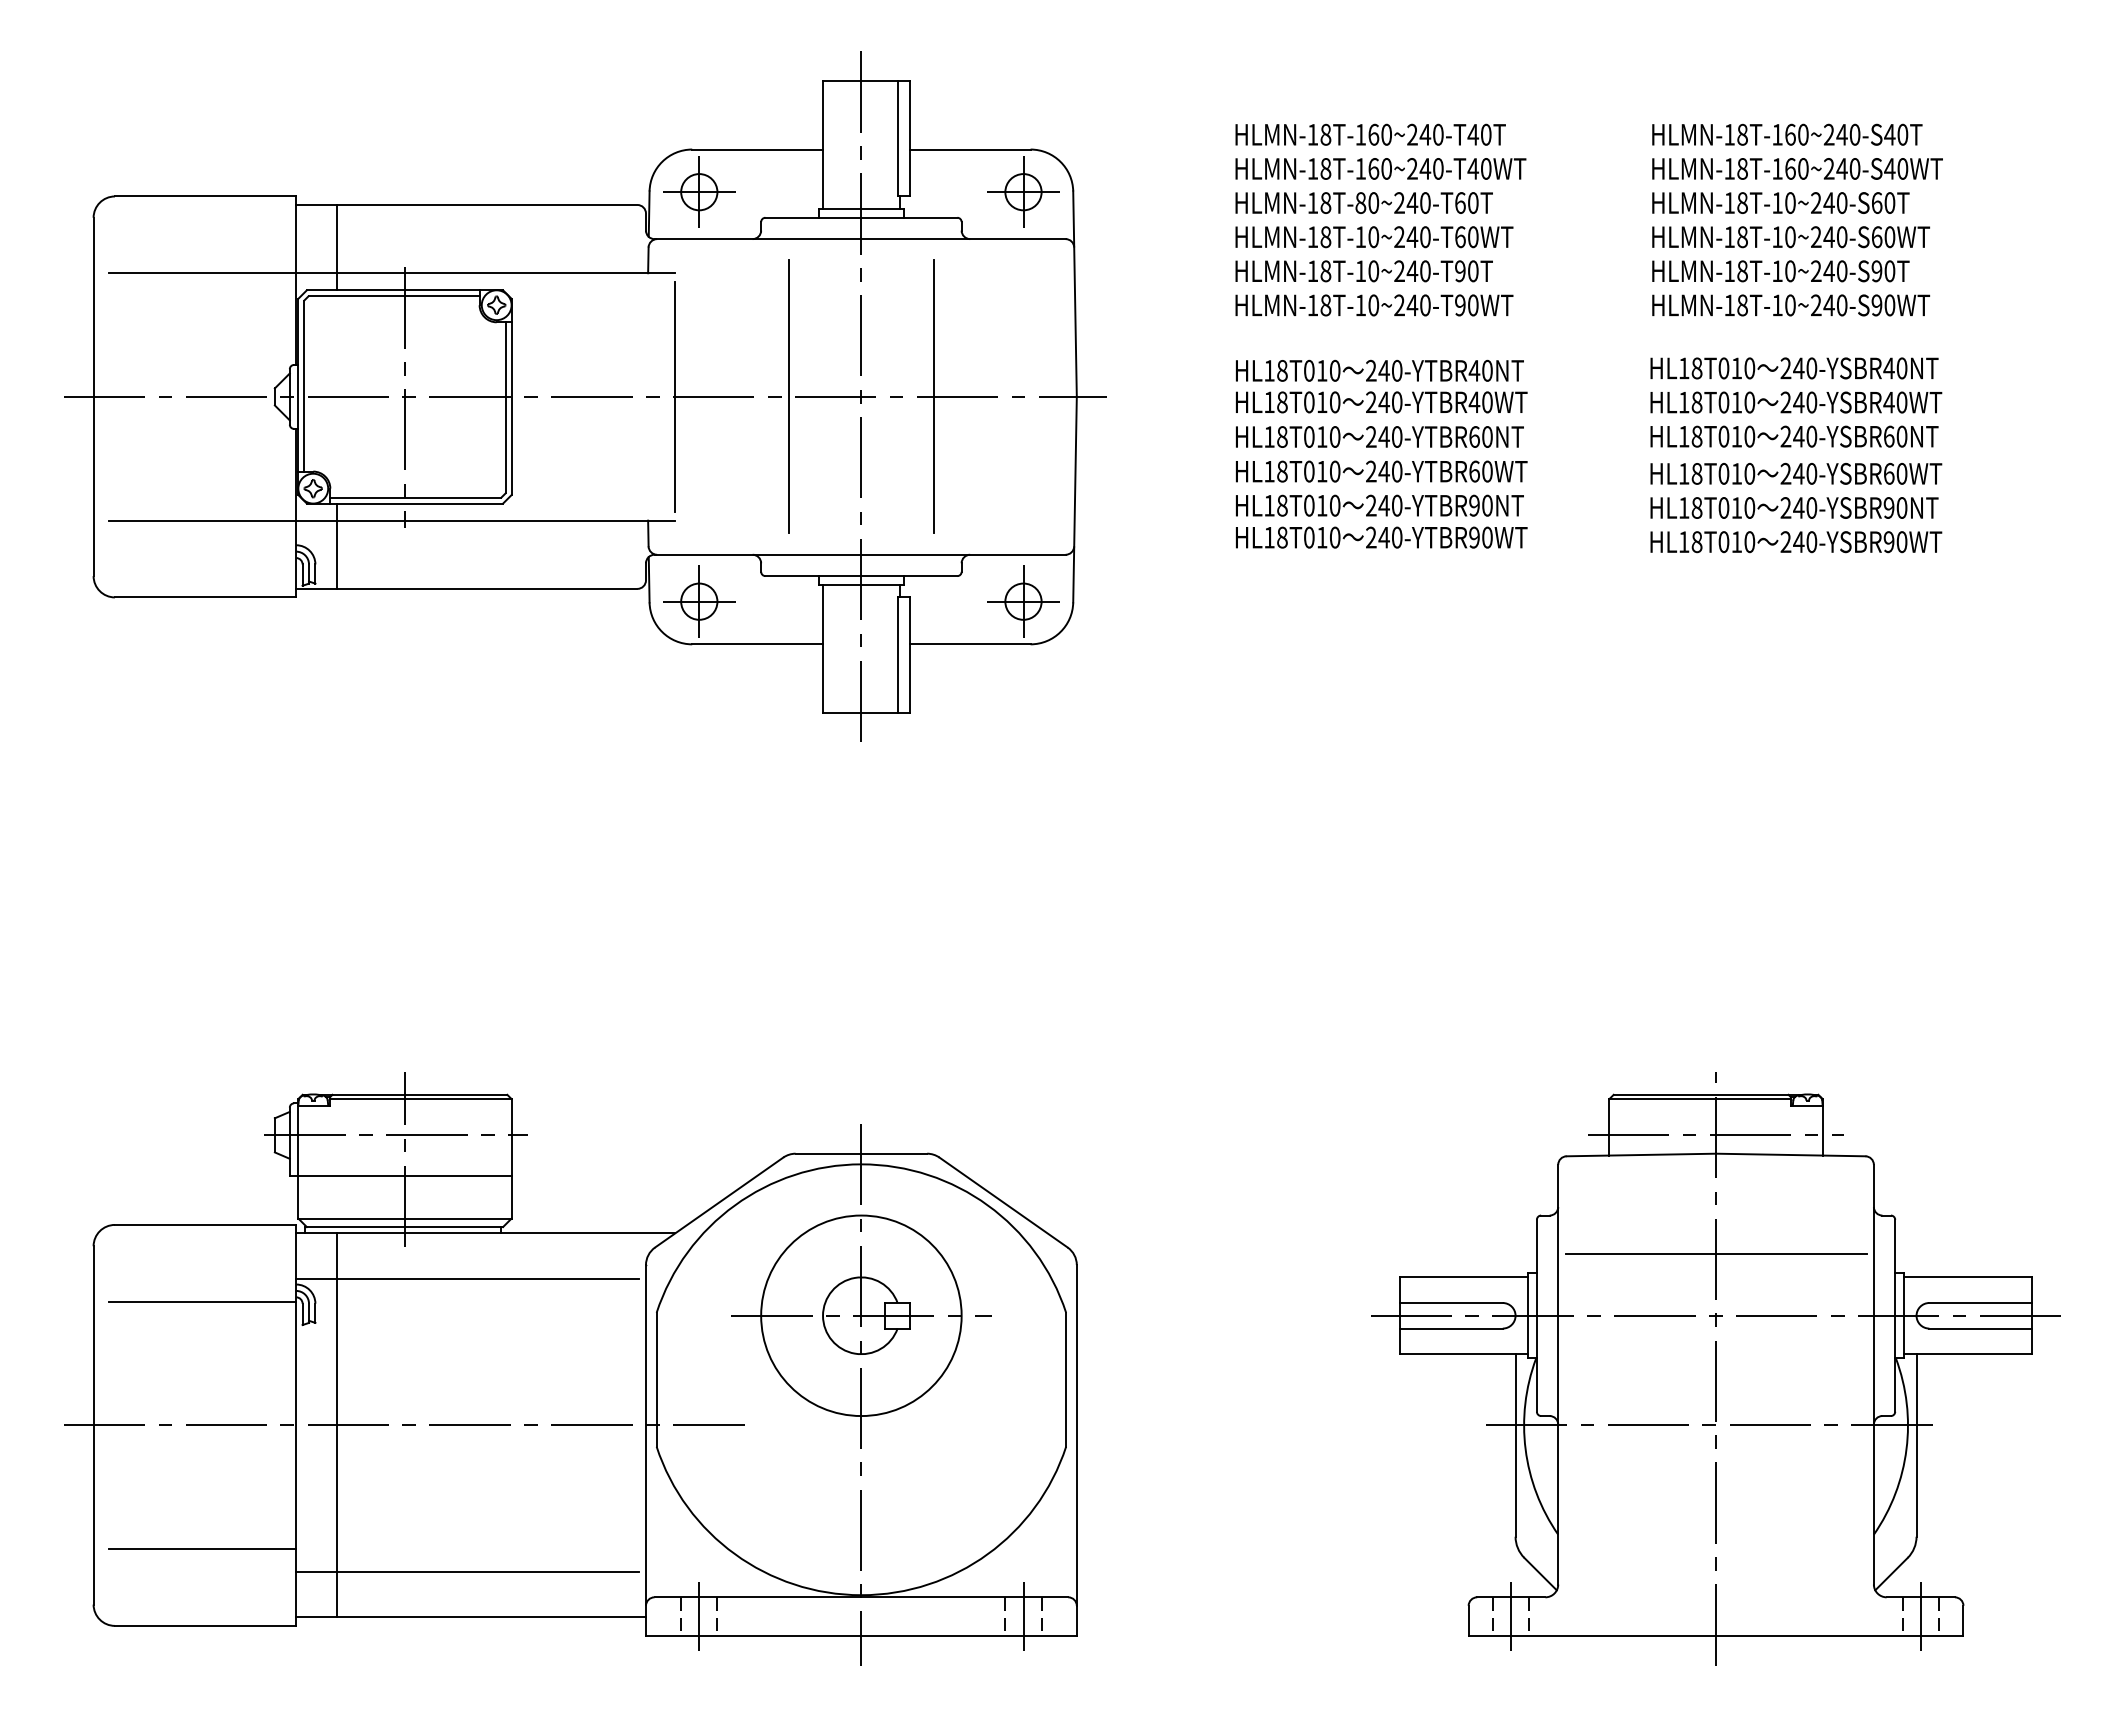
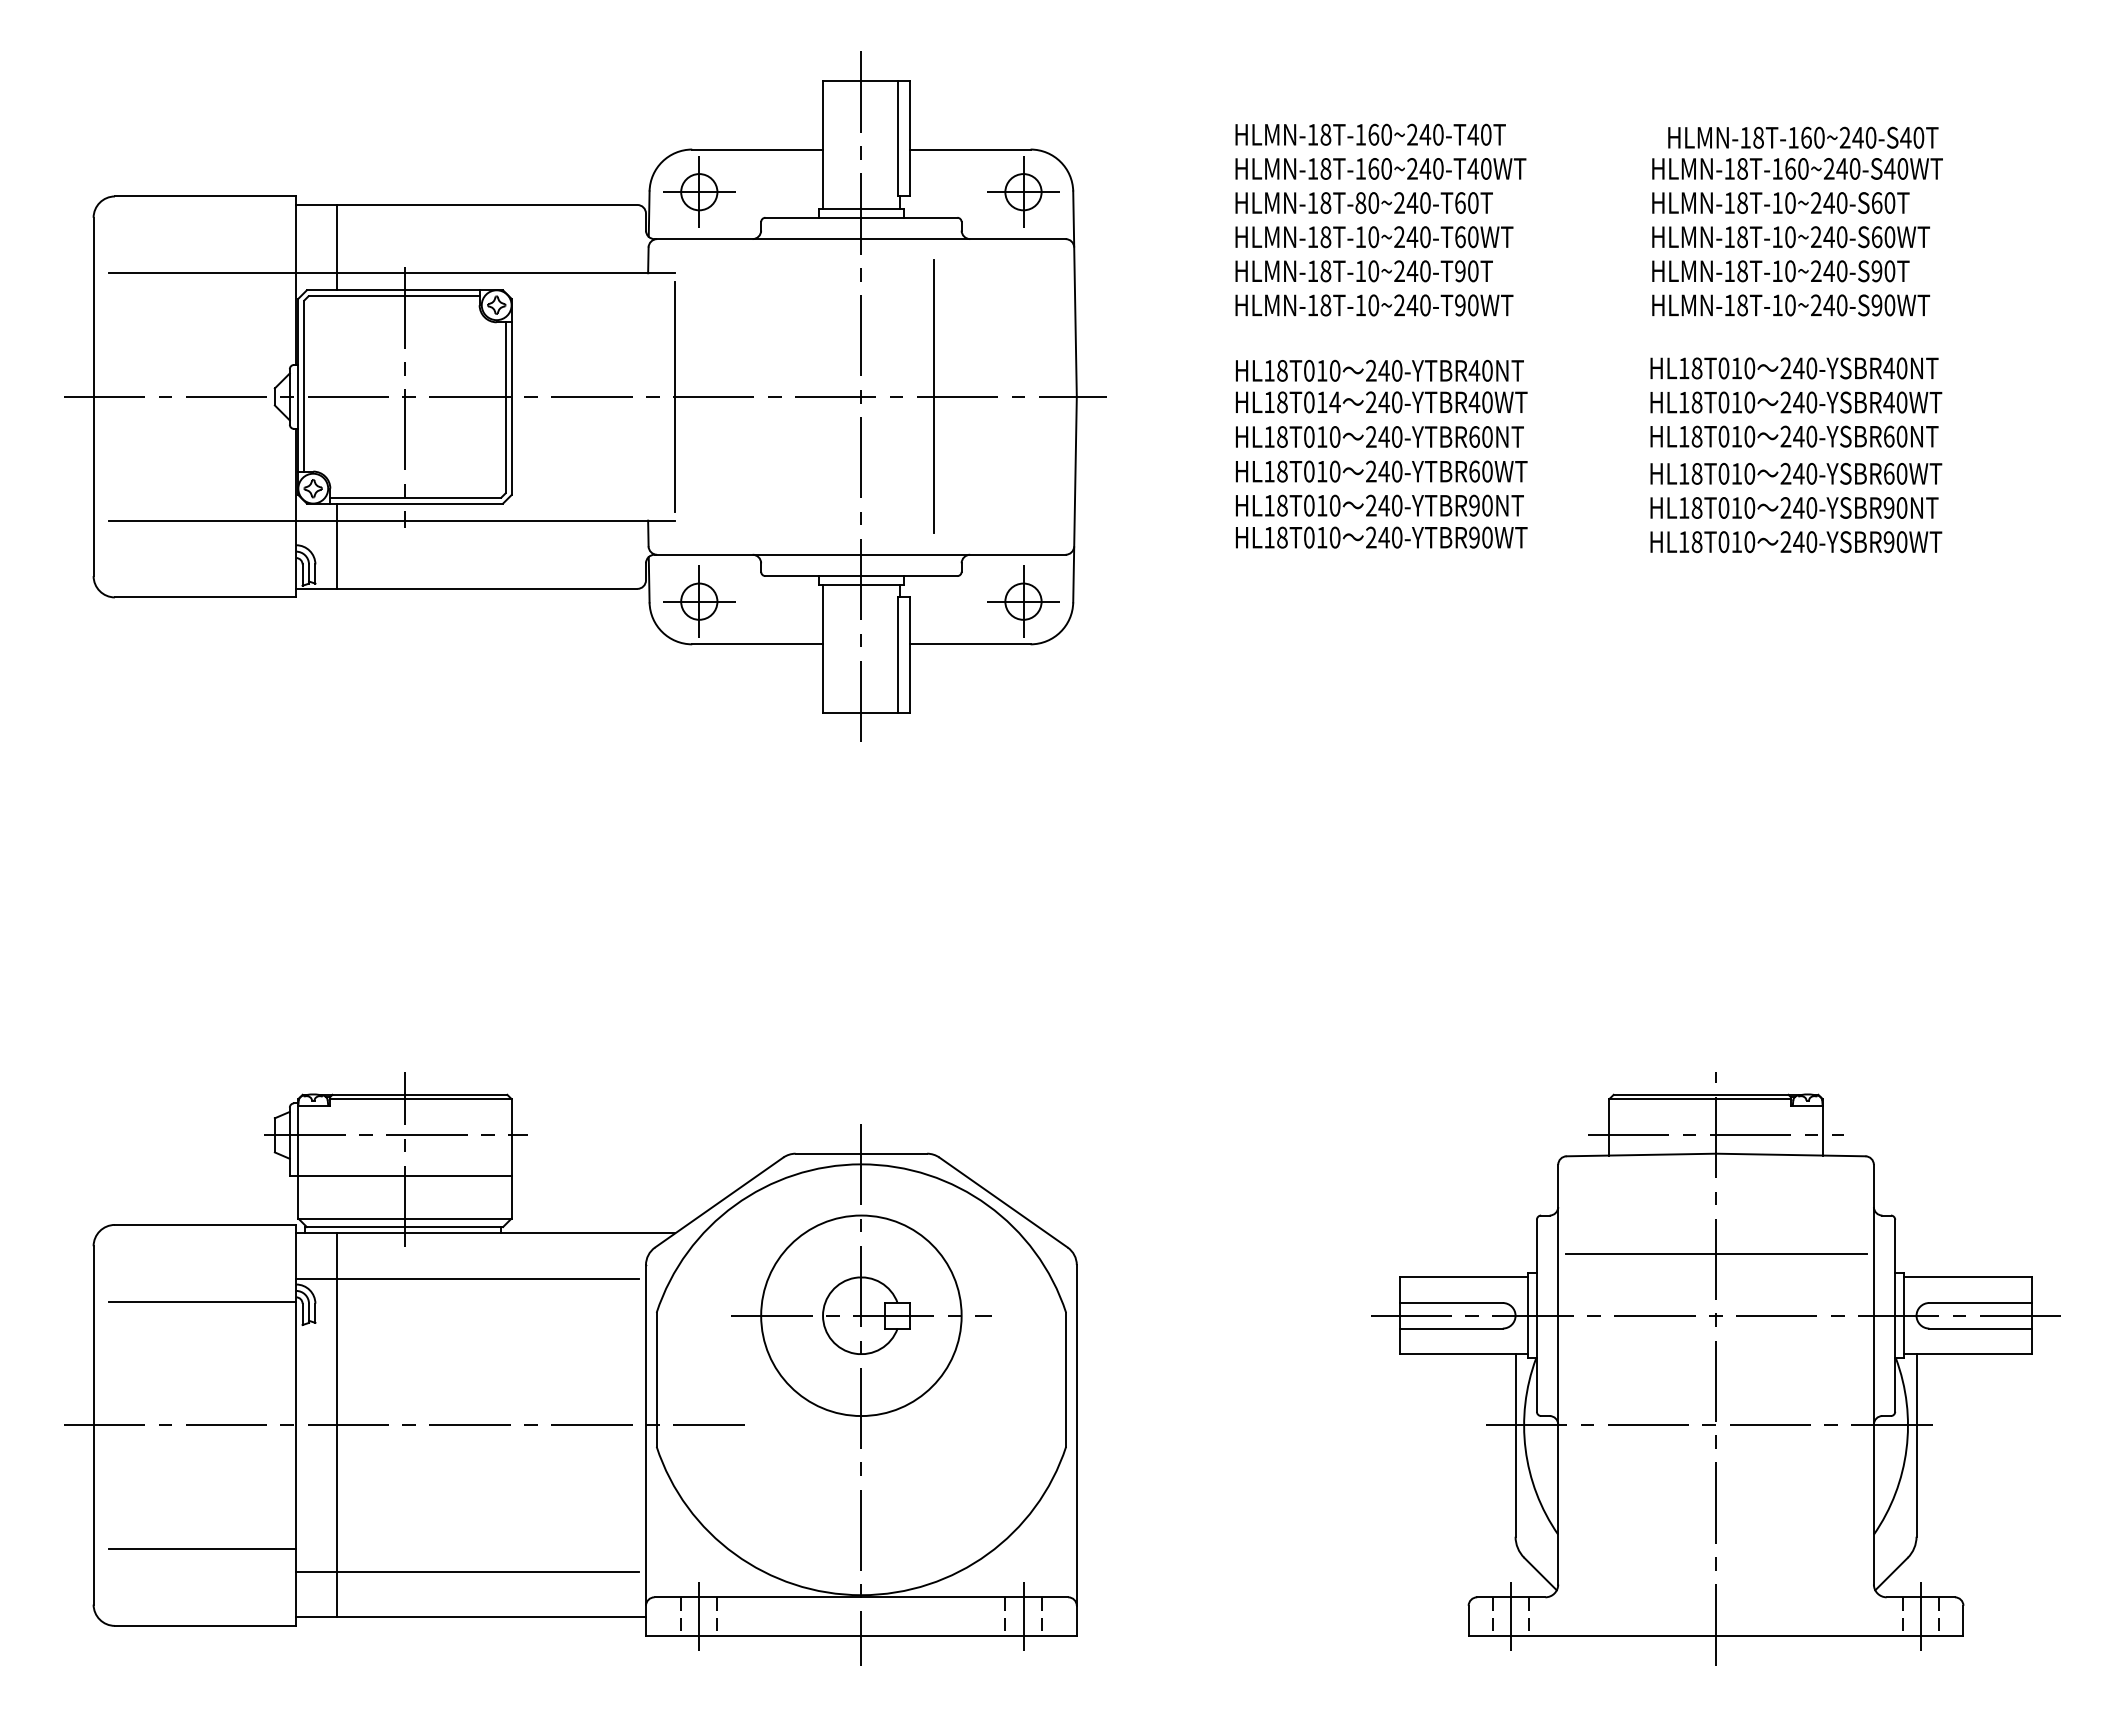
text at (1787, 134) position: (1787, 134) -> (1803, 137)
line at (788, 396): present -> none
text at (1334, 402): HL18T010 -> HL18T014
